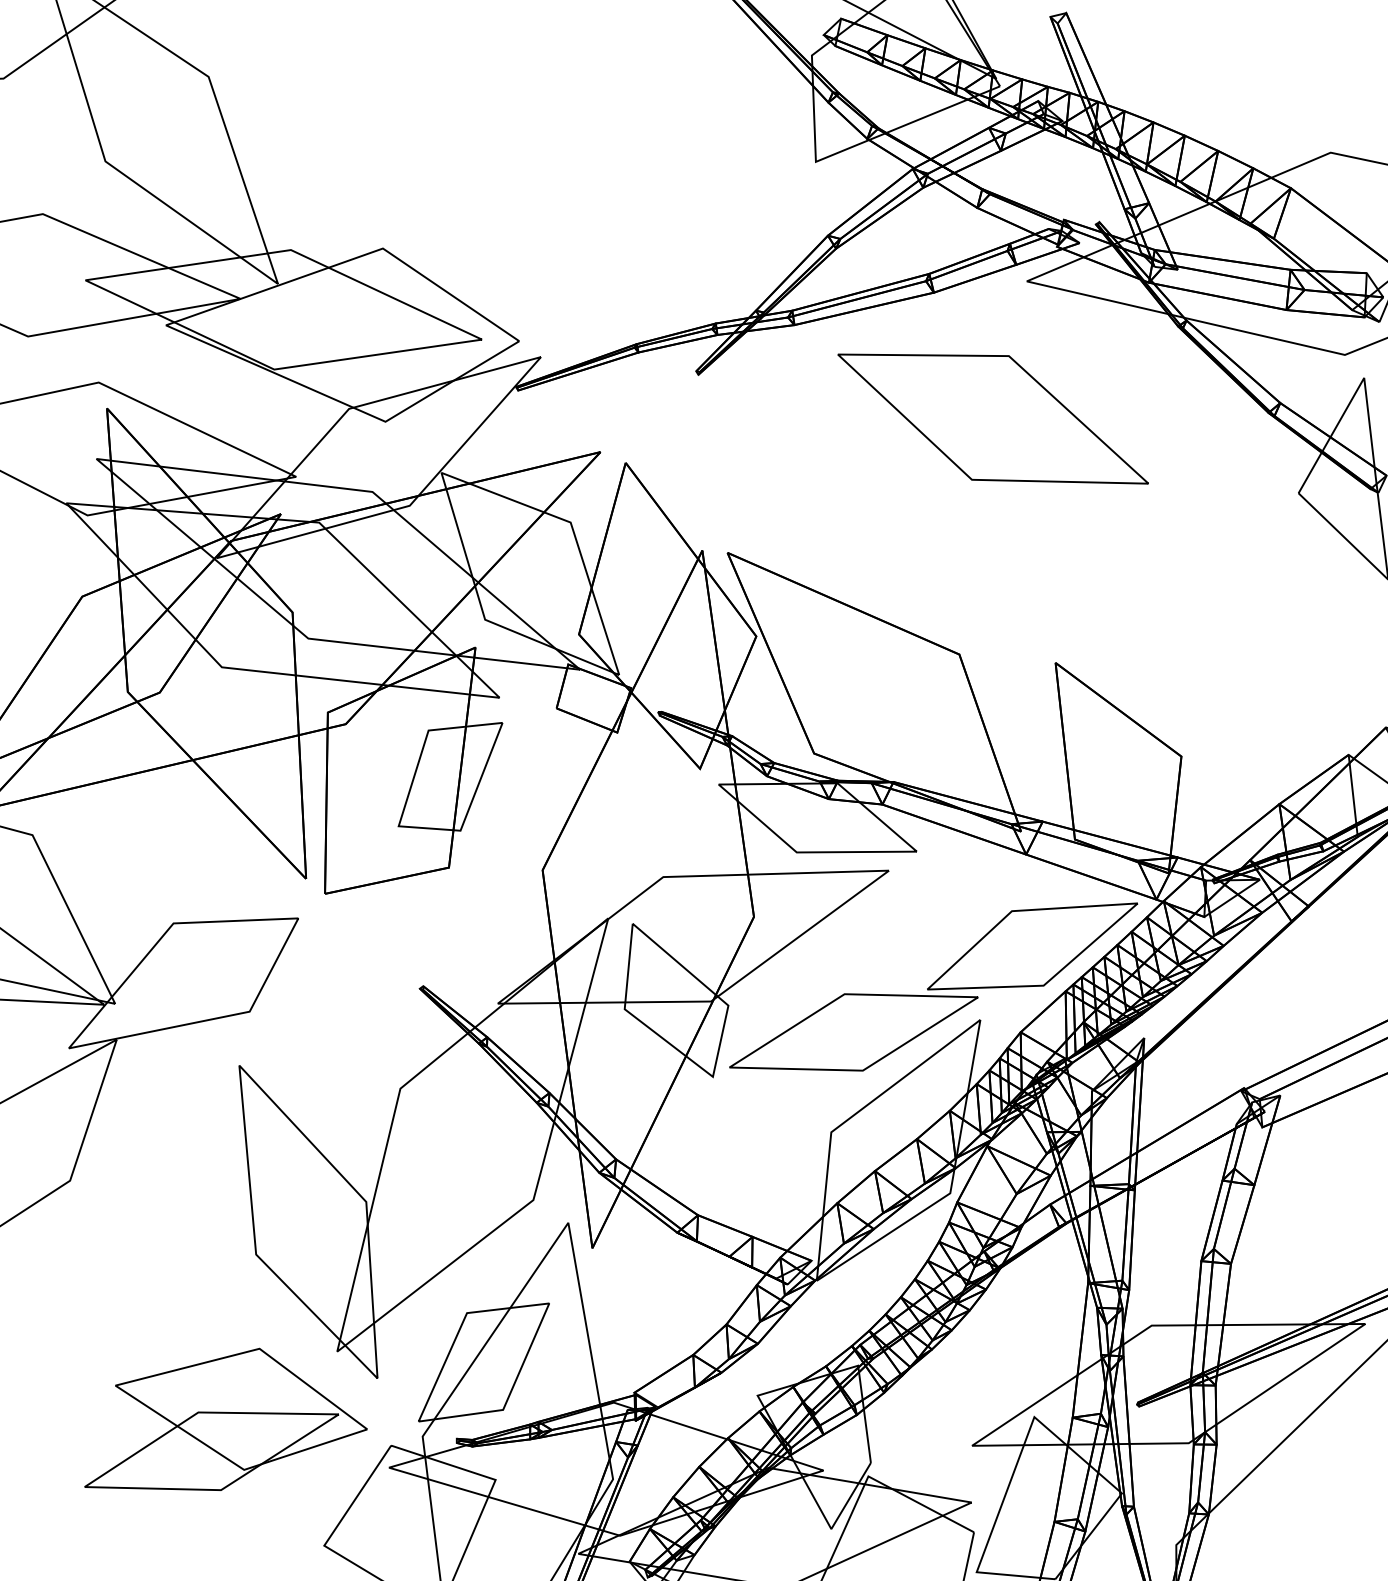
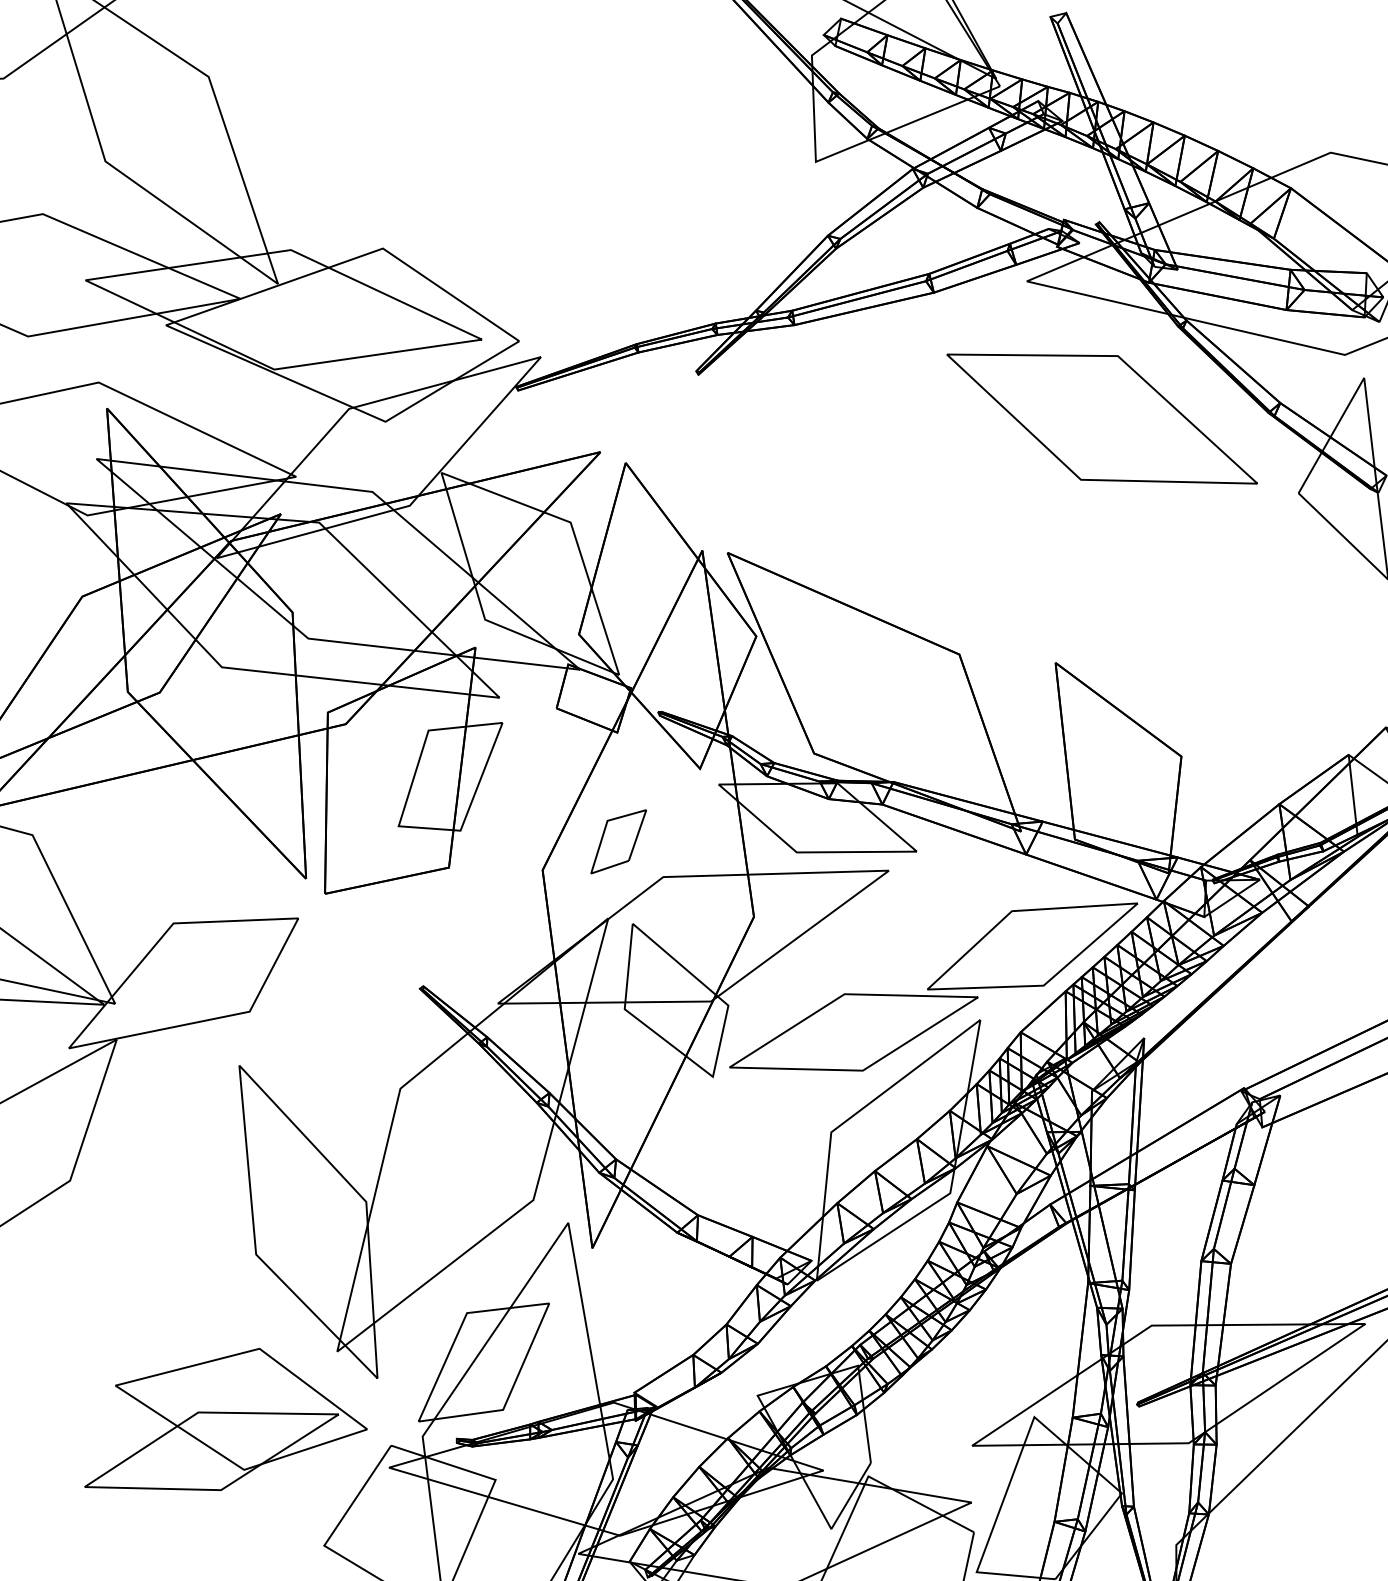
part at (992, 418) position: (992, 418) -> (1101, 418)
part at (618, 841): none -> present
